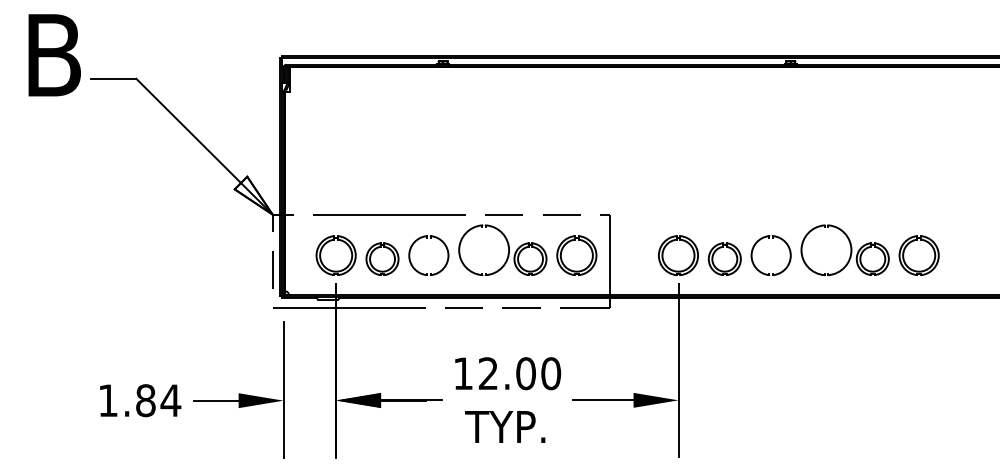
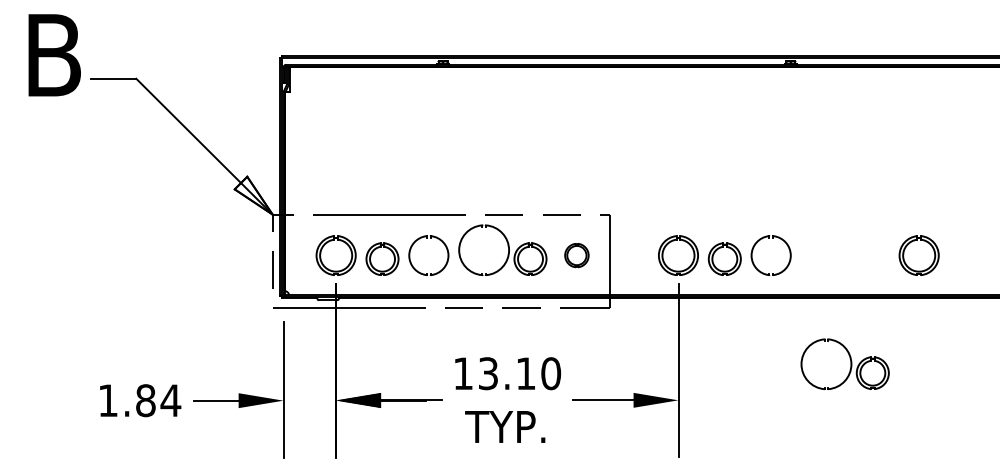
part at (844, 249) position: (844, 249) -> (844, 363)
part at (576, 255) size: 42x41 px -> 26x26 px
text at (506, 373): 12.00 -> 13.10
